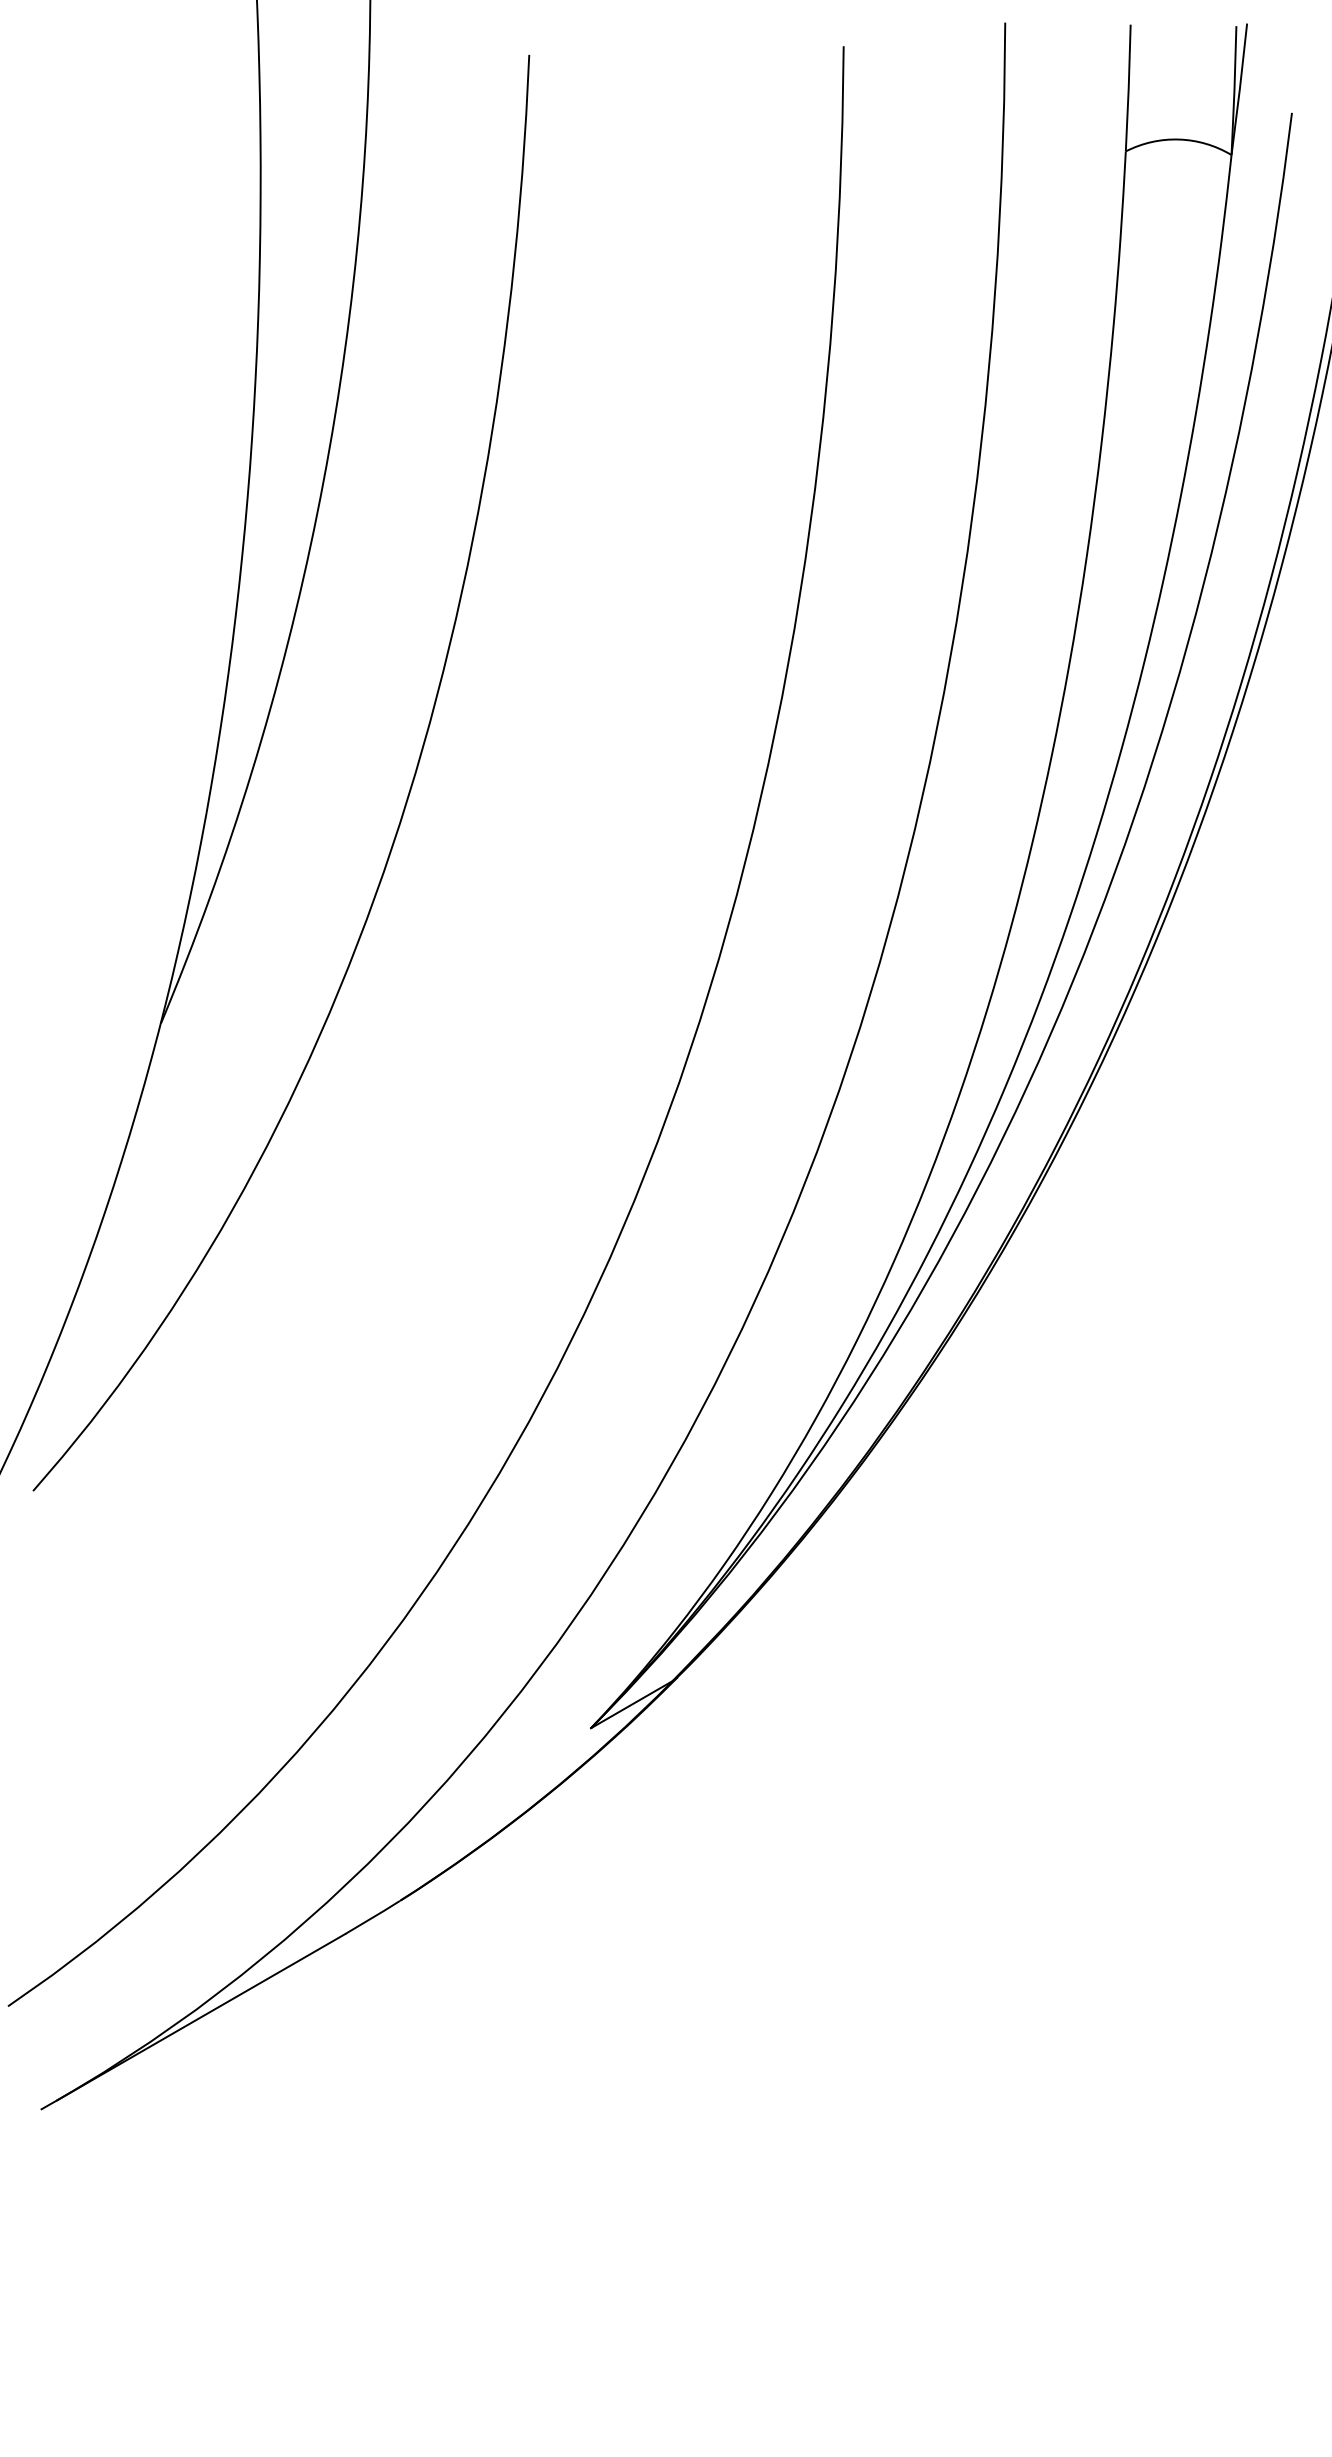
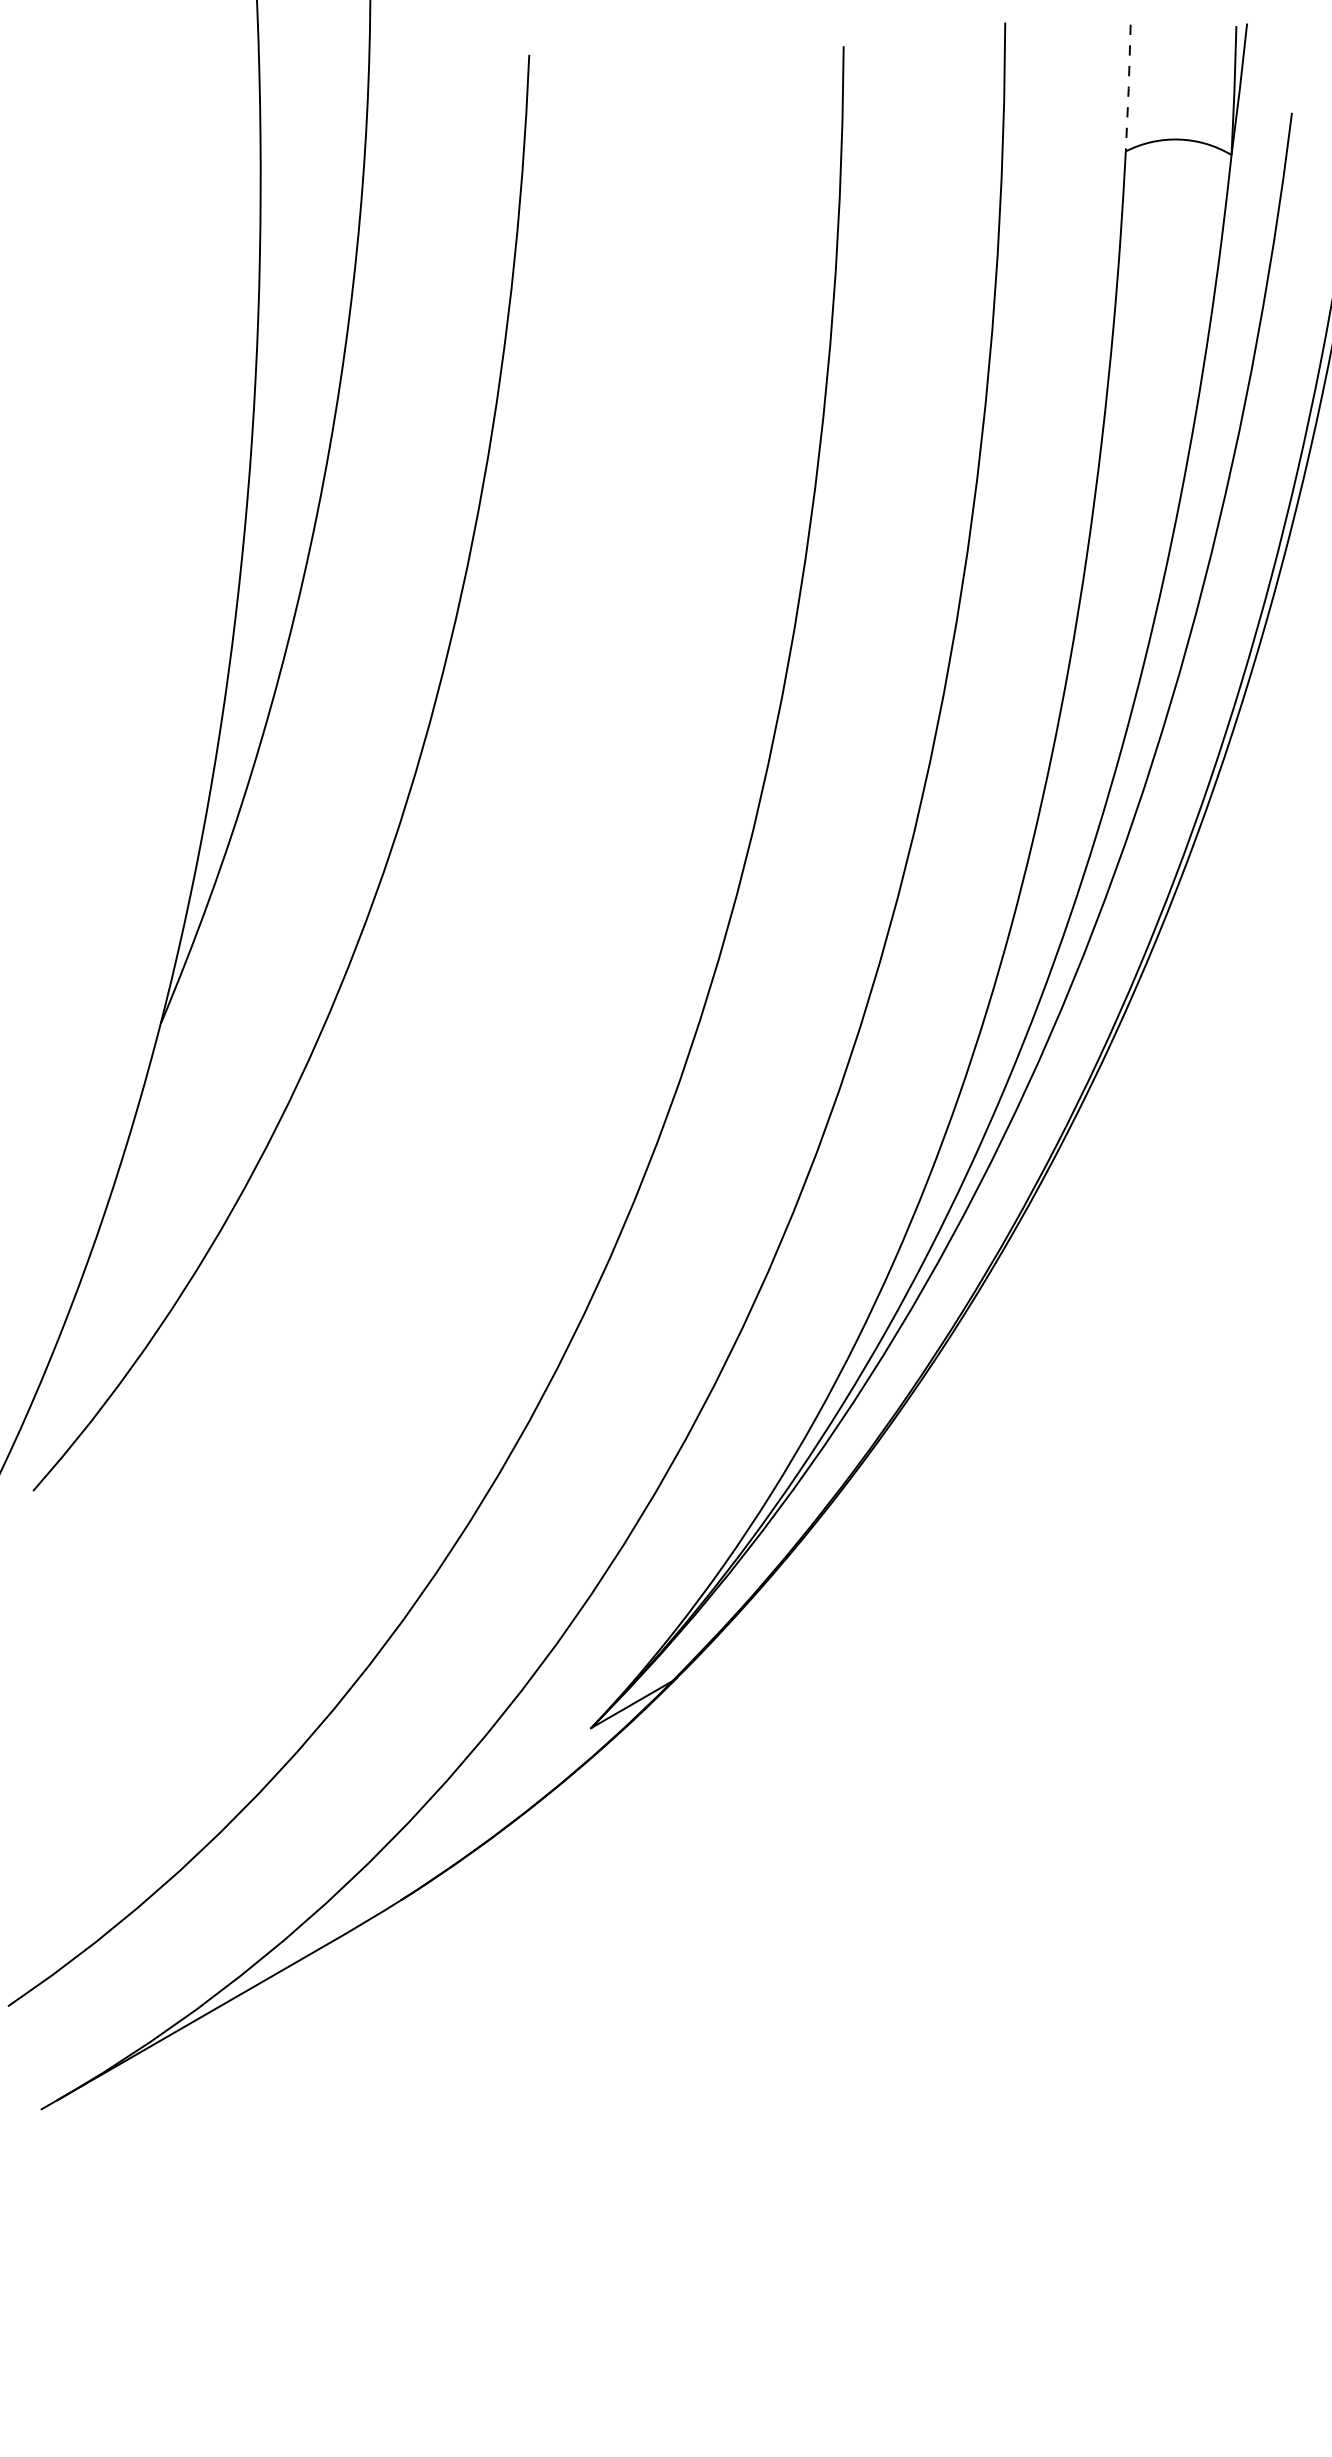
line at (1128, 88): solid -> dashed
